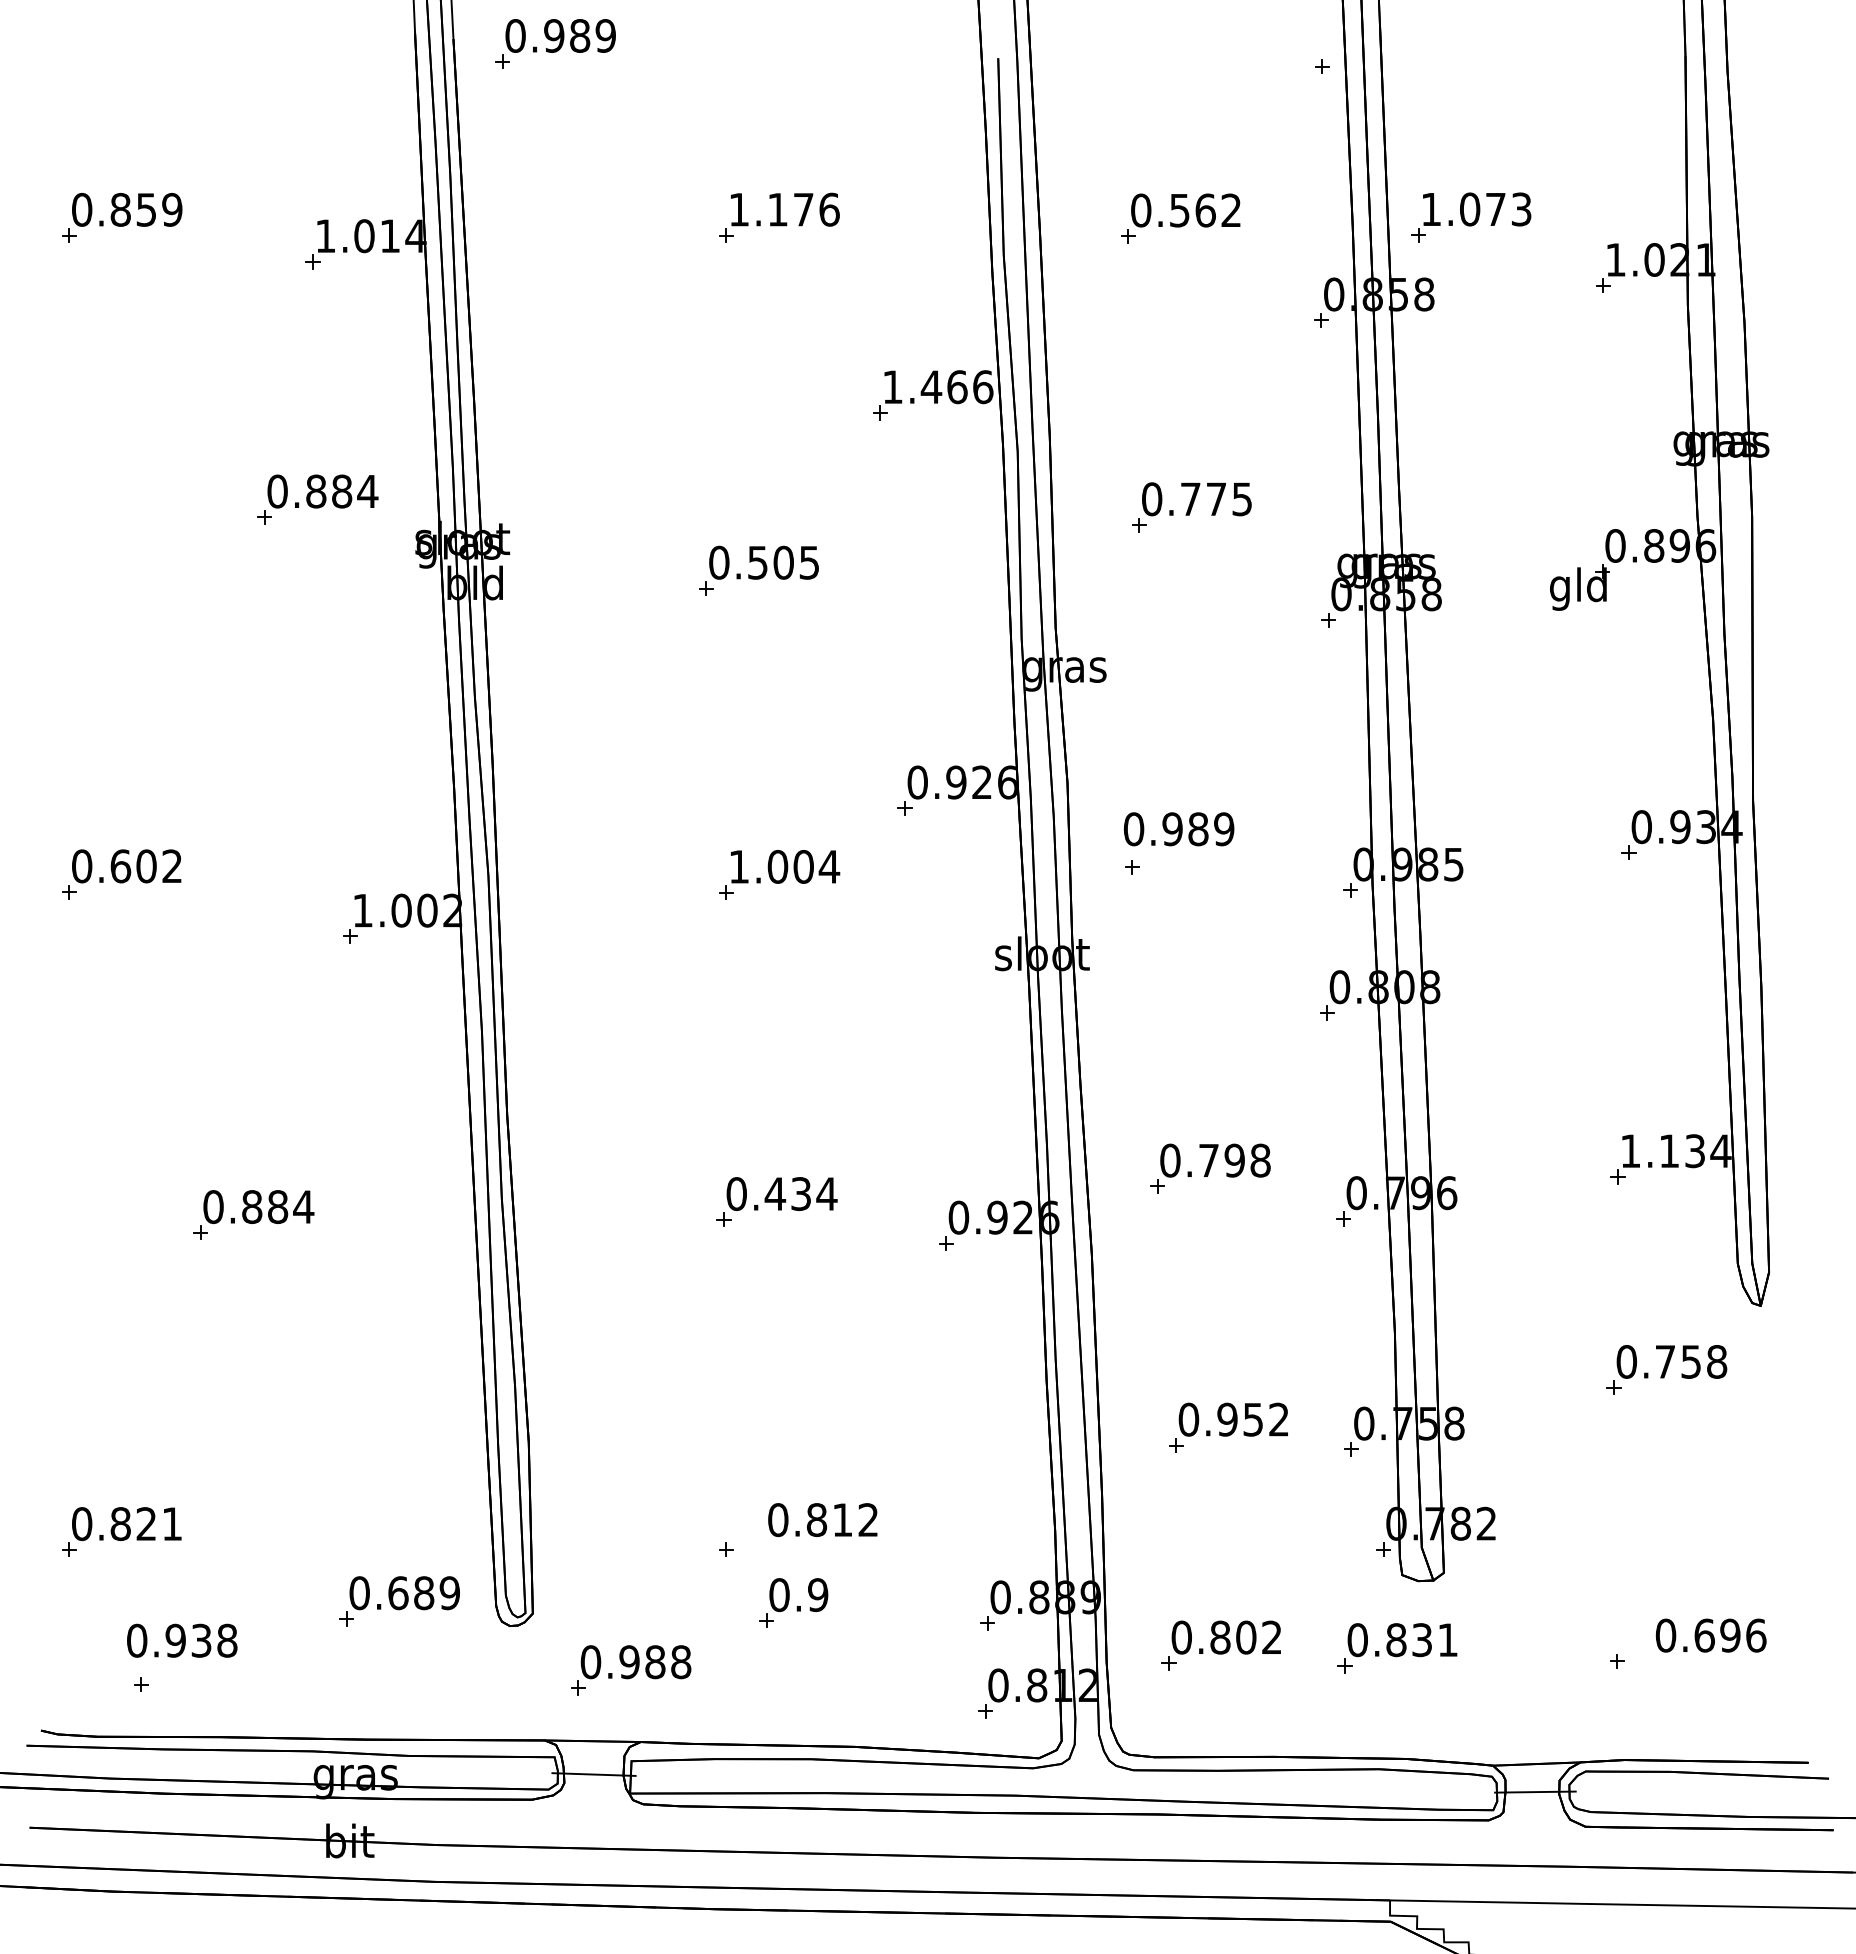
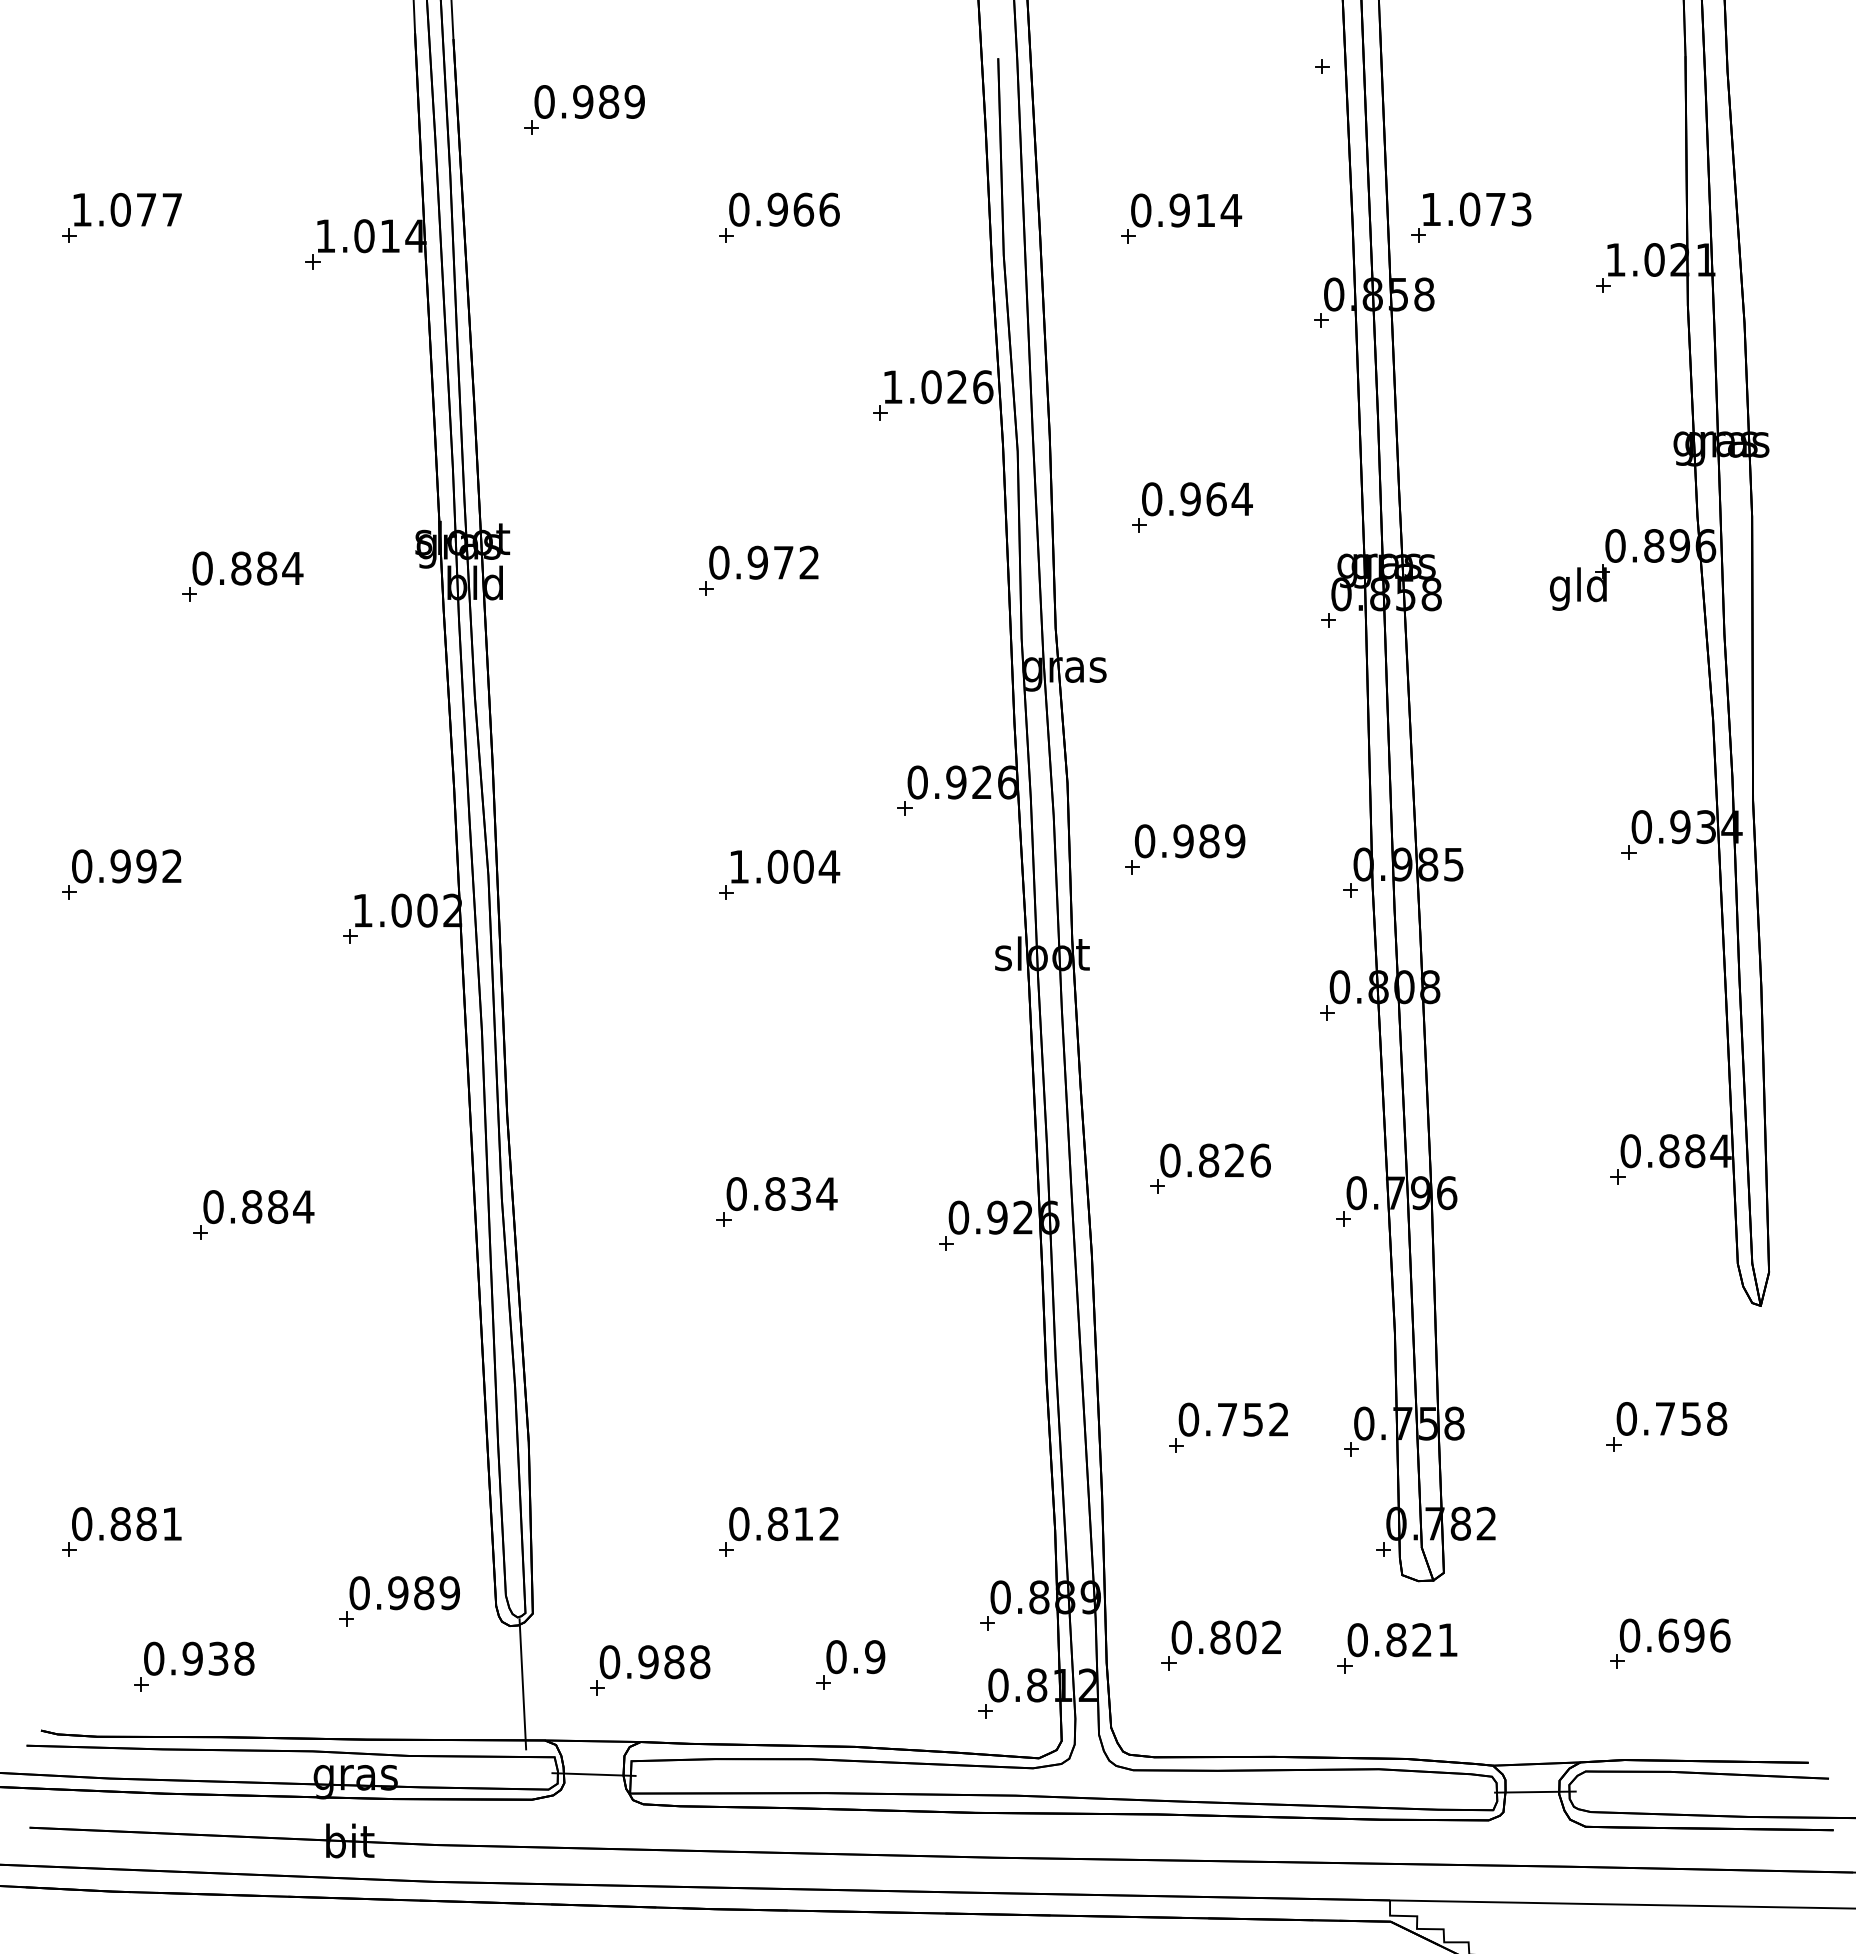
part at (555, 43) position: (555, 43) -> (584, 109)
text at (127, 209): 0.859 -> 1.077
text at (771, 209): 1.176 -> 0.966
text at (1205, 210): 0.562 -> 0.914
text at (943, 387): 1.466 -> 1.026
part at (317, 499) position: (317, 499) -> (242, 576)
text at (1216, 499): 0.775 -> 0.964
text at (782, 562): 0.505 -> 0.972
text at (1178, 829) position: (1178, 829) -> (1189, 841)
text at (133, 866): 0.602 -> 0.992
text at (1662, 1151): 1.134 -> 0.884
text at (1234, 1160): 0.798 -> 0.826
text at (775, 1194): 0.434 -> 0.834
part at (1666, 1369) position: (1666, 1369) -> (1666, 1426)
text at (1227, 1419): 0.952 -> 0.752
text at (822, 1520) position: (822, 1520) -> (783, 1524)
text at (146, 1524): 0.821 -> 0.881
text at (398, 1593): 0.689 -> 0.989
part at (793, 1602) position: (793, 1602) -> (850, 1664)
text at (1710, 1635) position: (1710, 1635) -> (1674, 1635)
text at (182, 1640) position: (182, 1640) -> (199, 1658)
text at (1421, 1640): 0.831 -> 0.821
part at (631, 1670) position: (631, 1670) -> (650, 1670)
line at (522, 1684): none -> present
